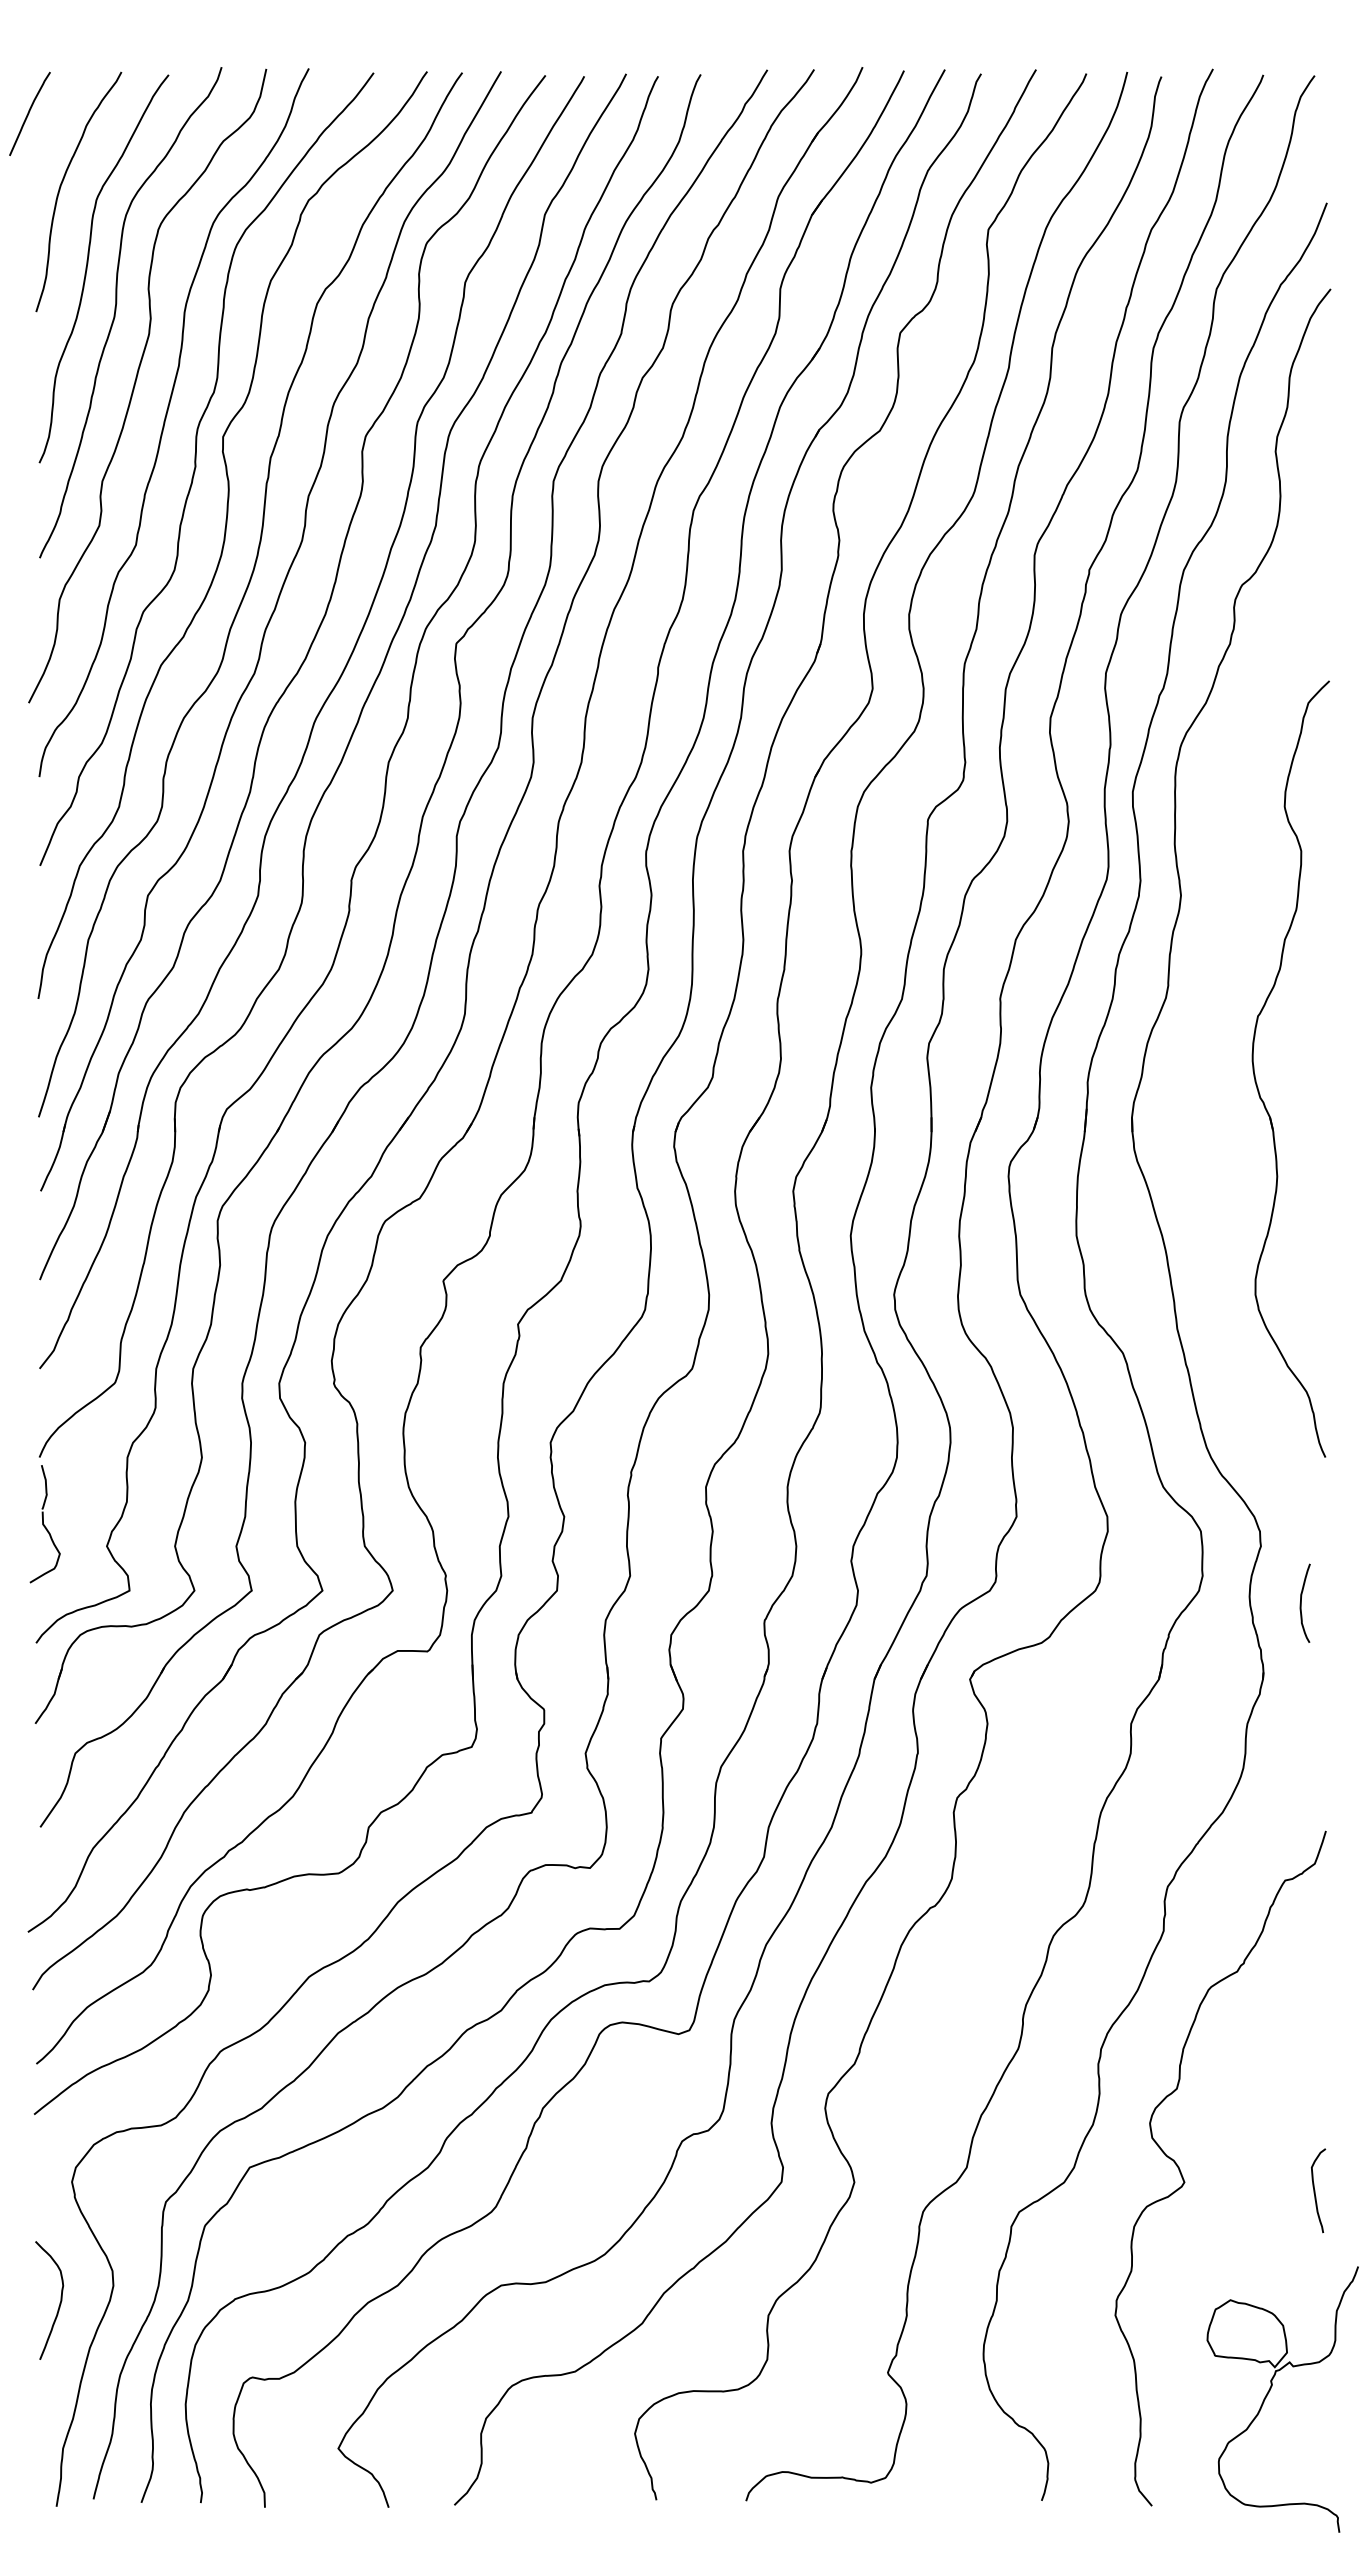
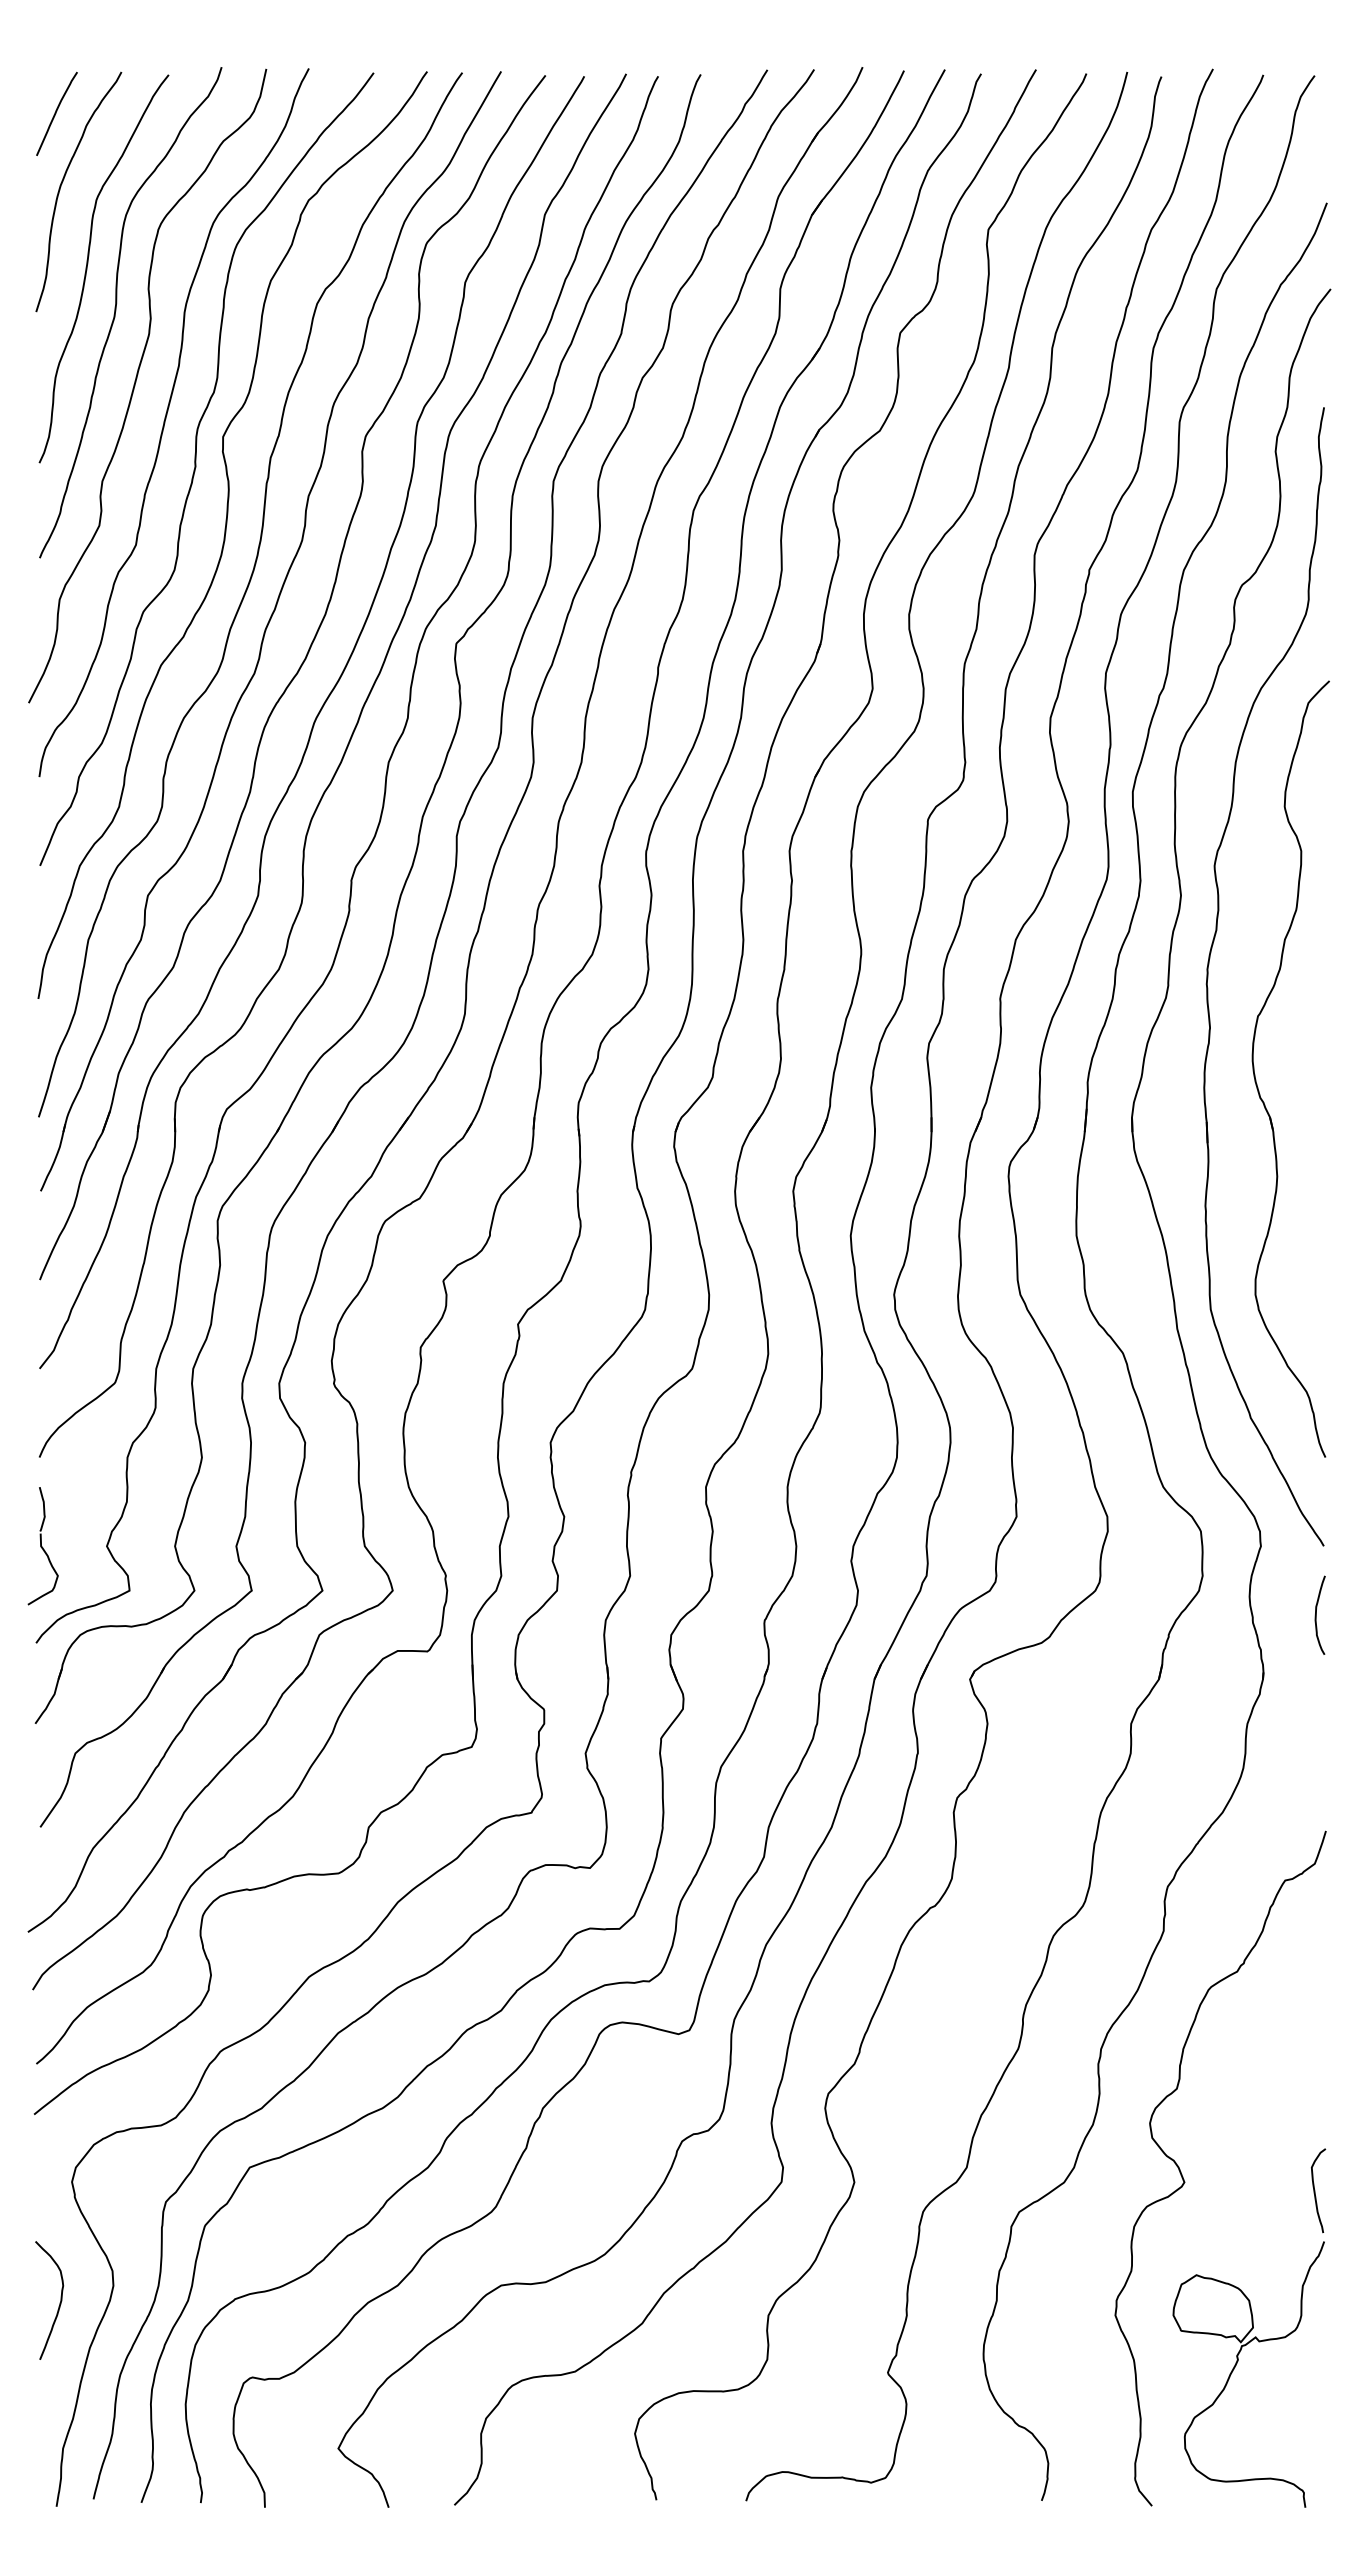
curve at (29, 113) position: (29, 113) -> (56, 113)
part at (1208, 976): none -> present
part at (44, 1524) position: (44, 1524) -> (42, 1546)
curve at (1301, 1602) position: (1301, 1602) -> (1316, 1614)
part at (1269, 2392) position: (1269, 2392) -> (1235, 2367)
